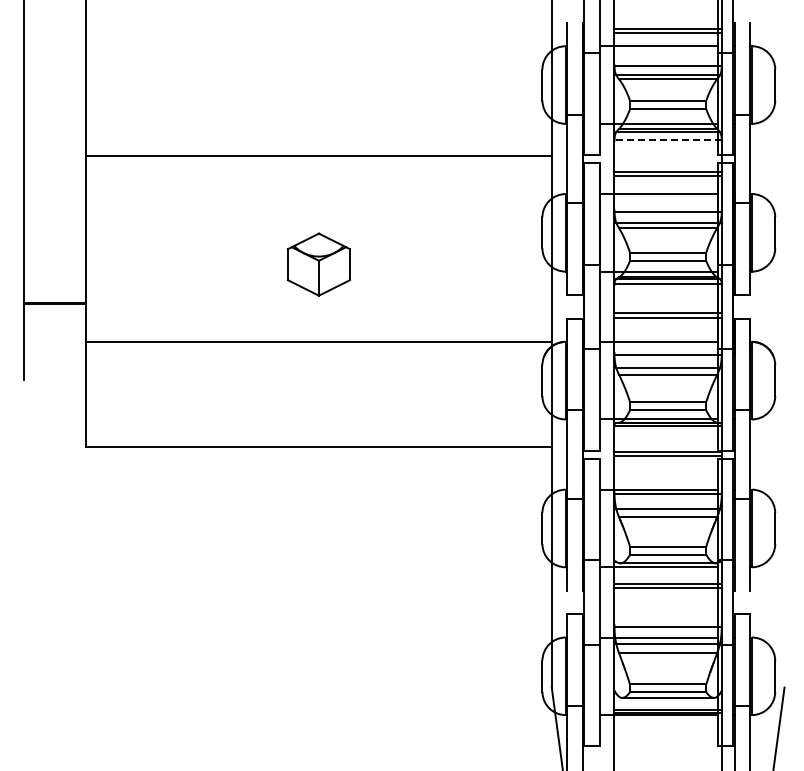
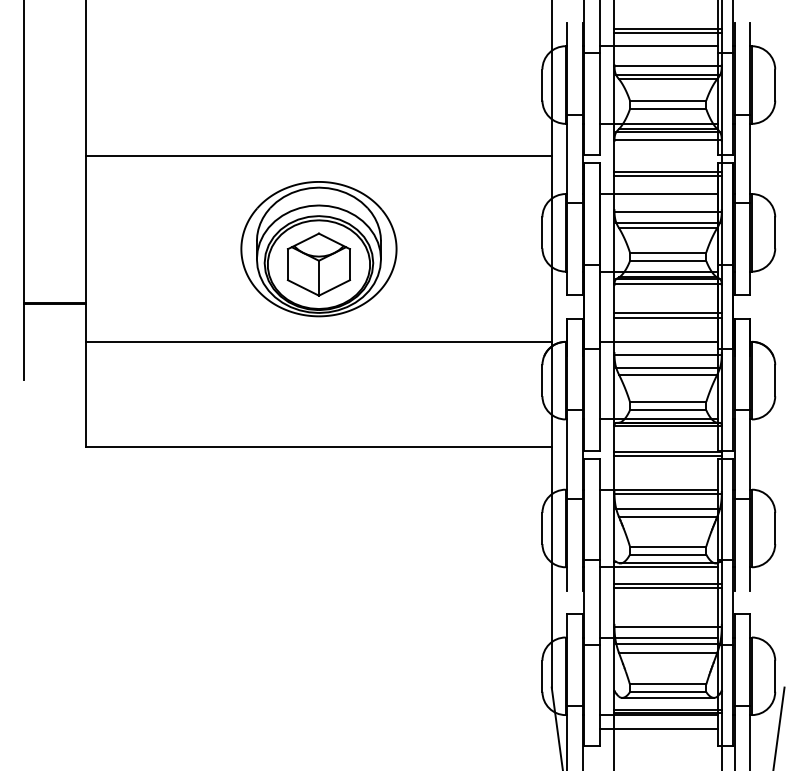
line at (668, 139): dashed -> solid
part at (318, 249): none -> present
line at (658, 729): none -> present
